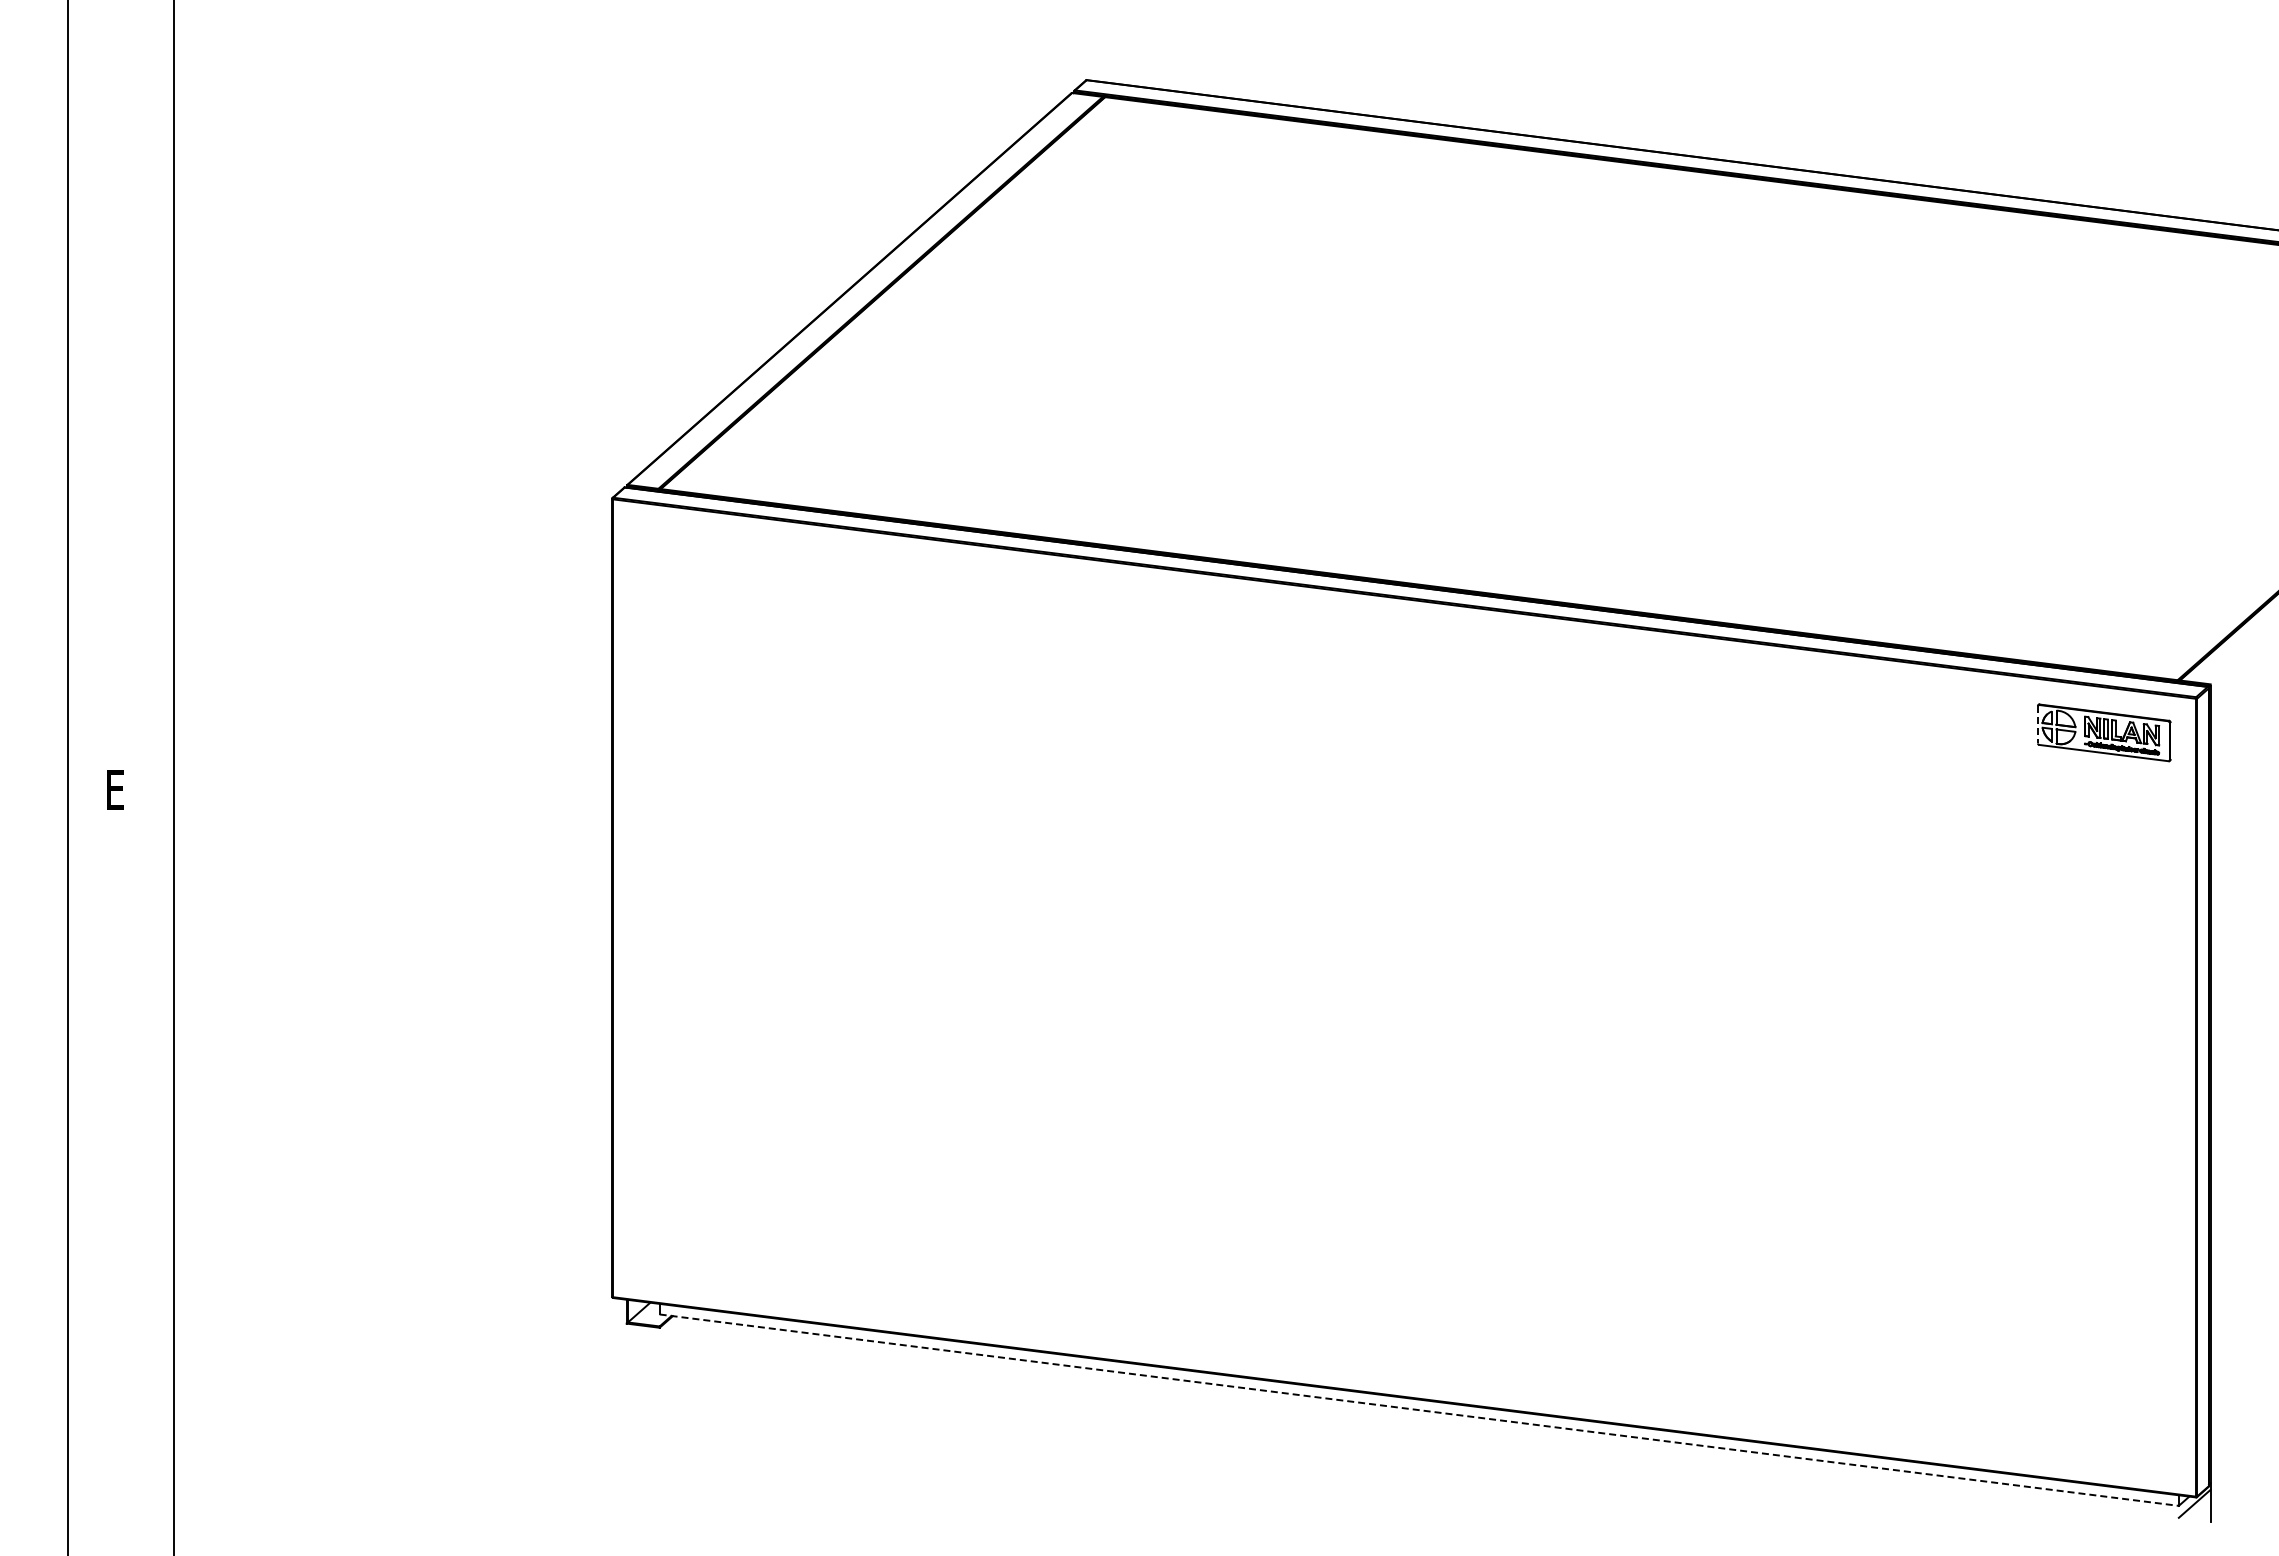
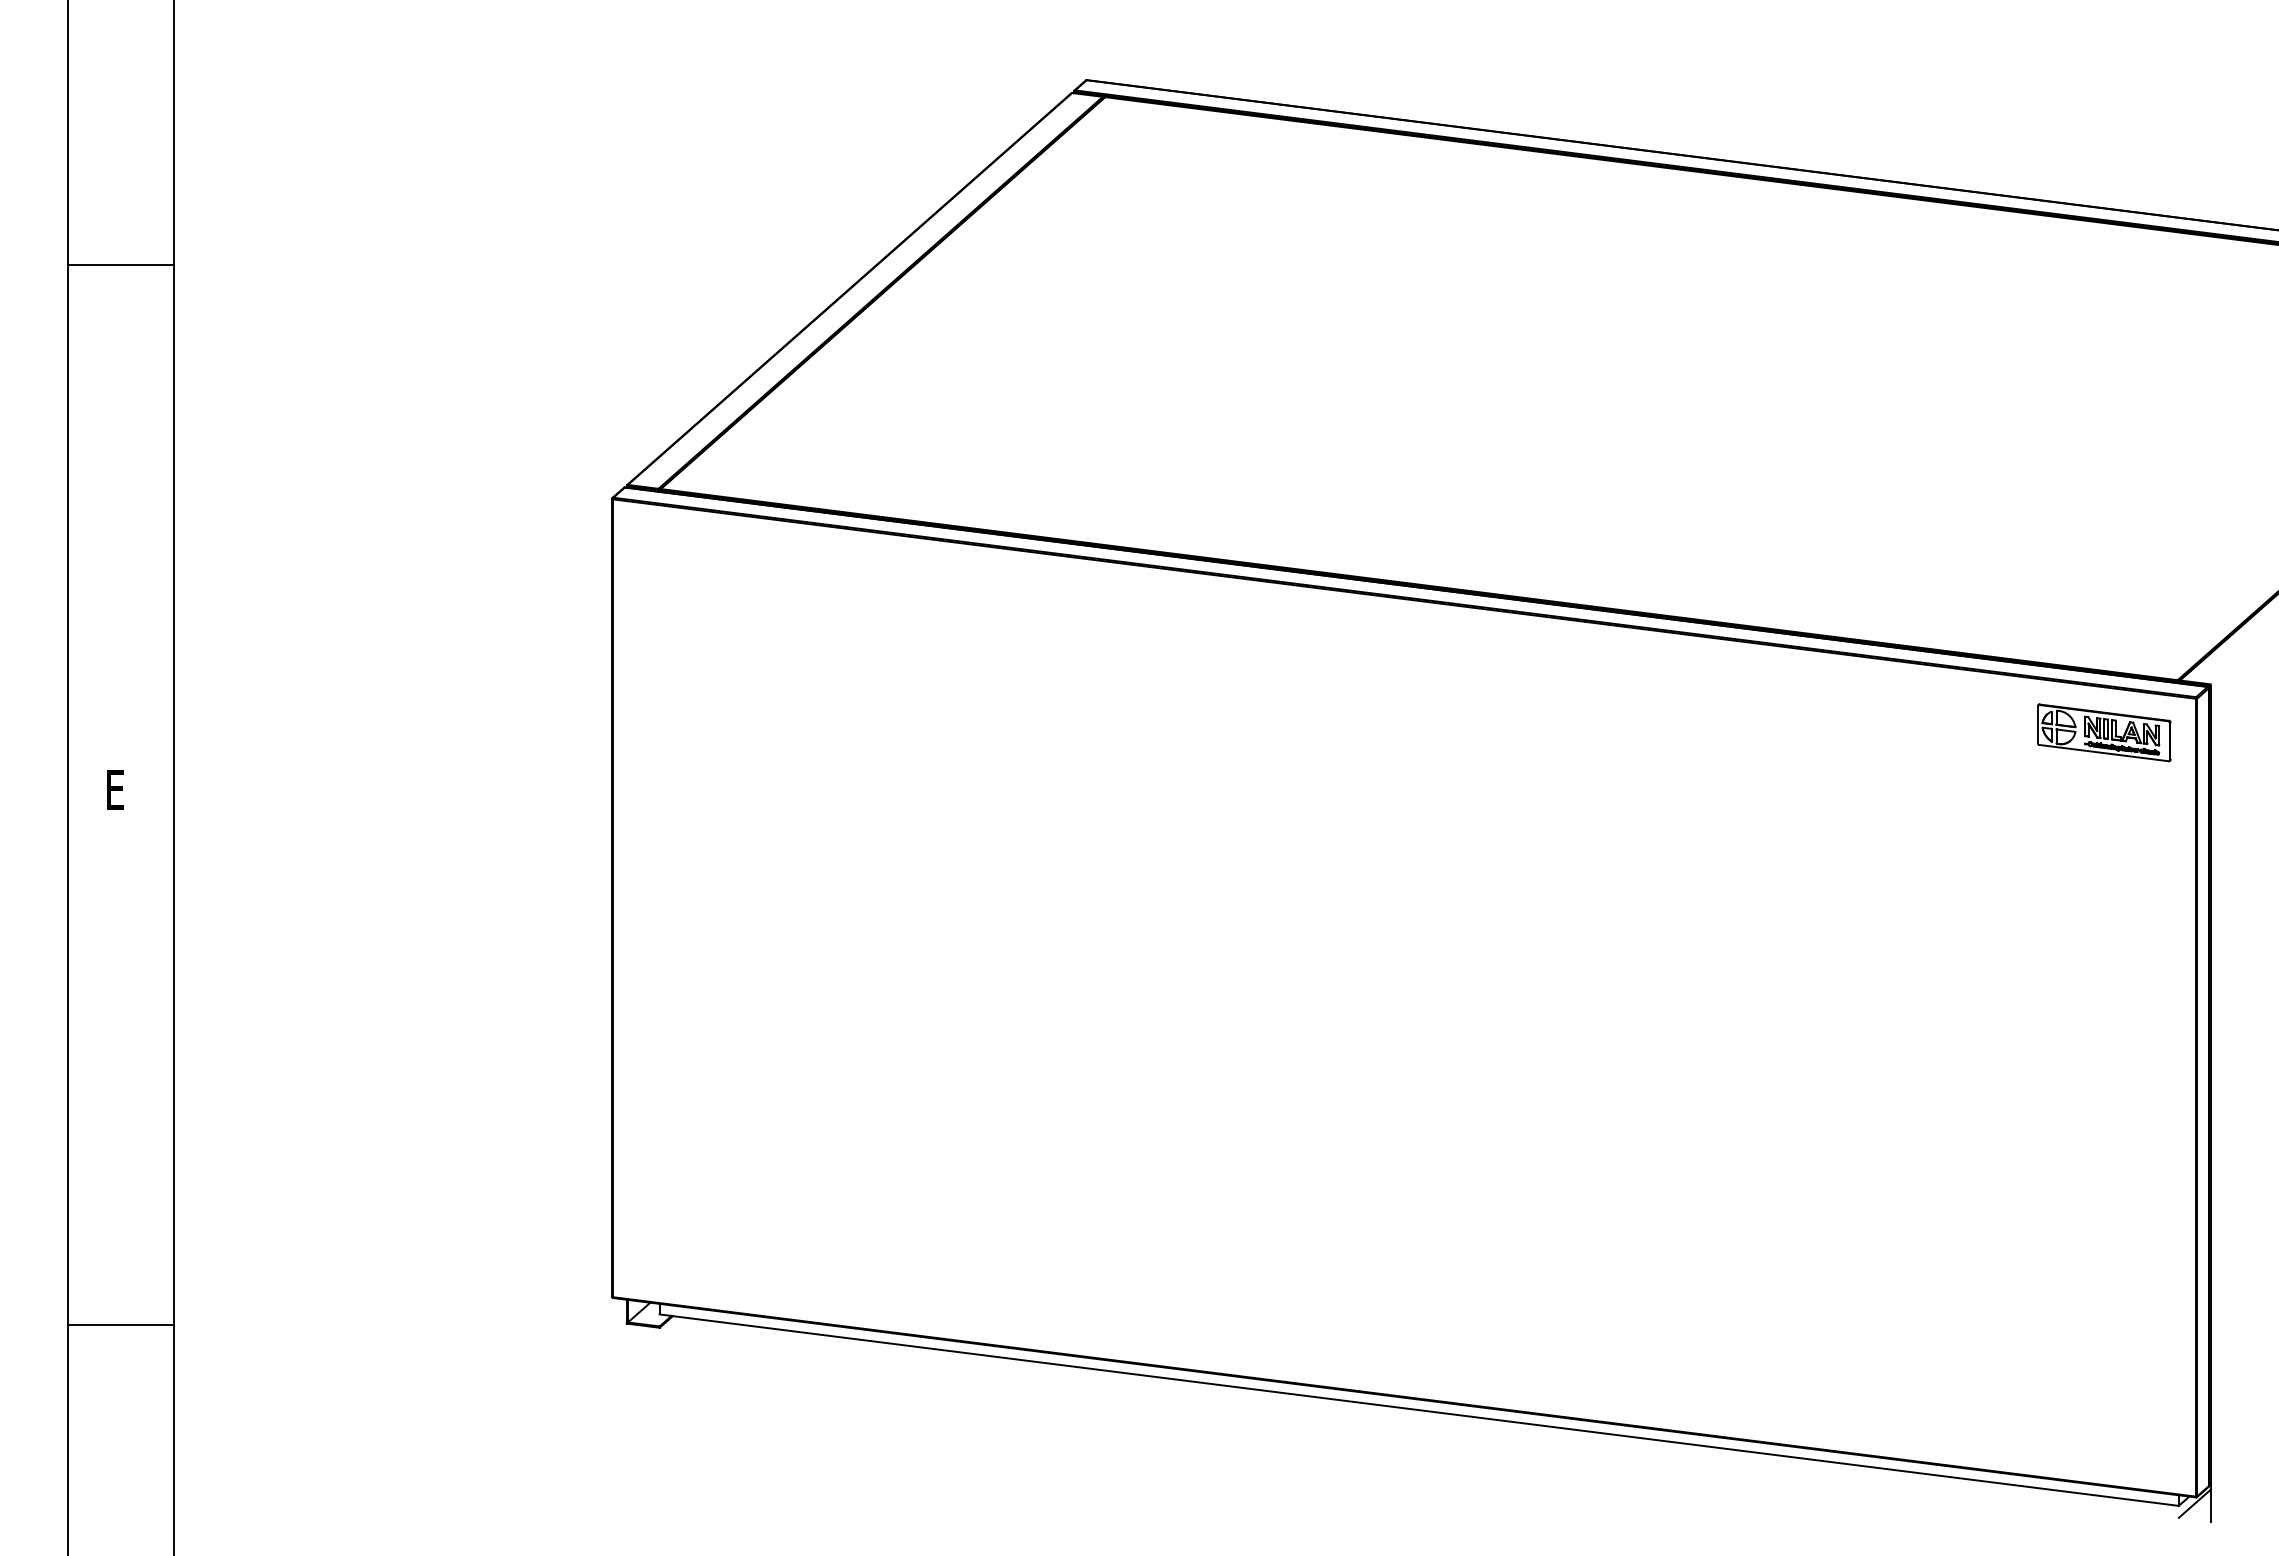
line at (121, 265): none -> present
line at (2037, 724): dashed -> solid
line at (121, 1324): none -> present
line at (1419, 1410): dashed -> solid
